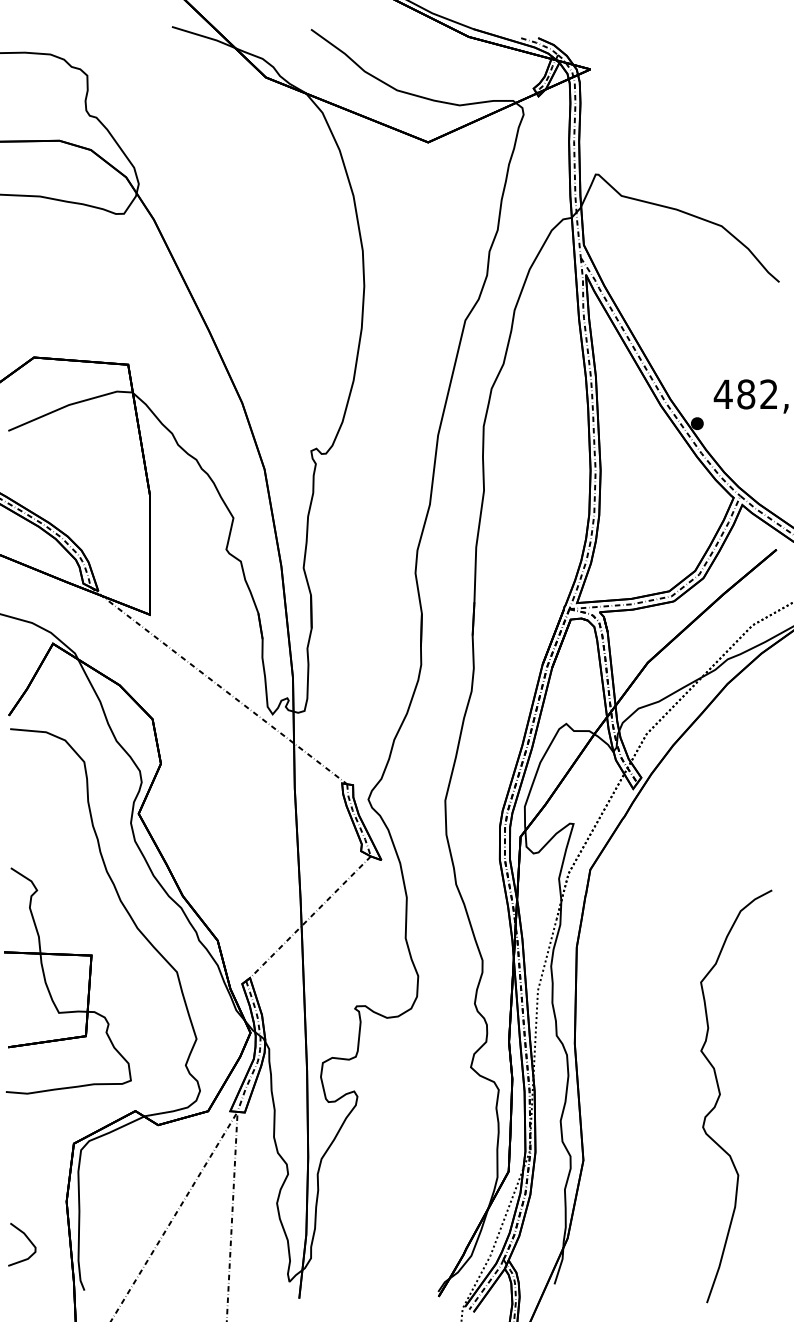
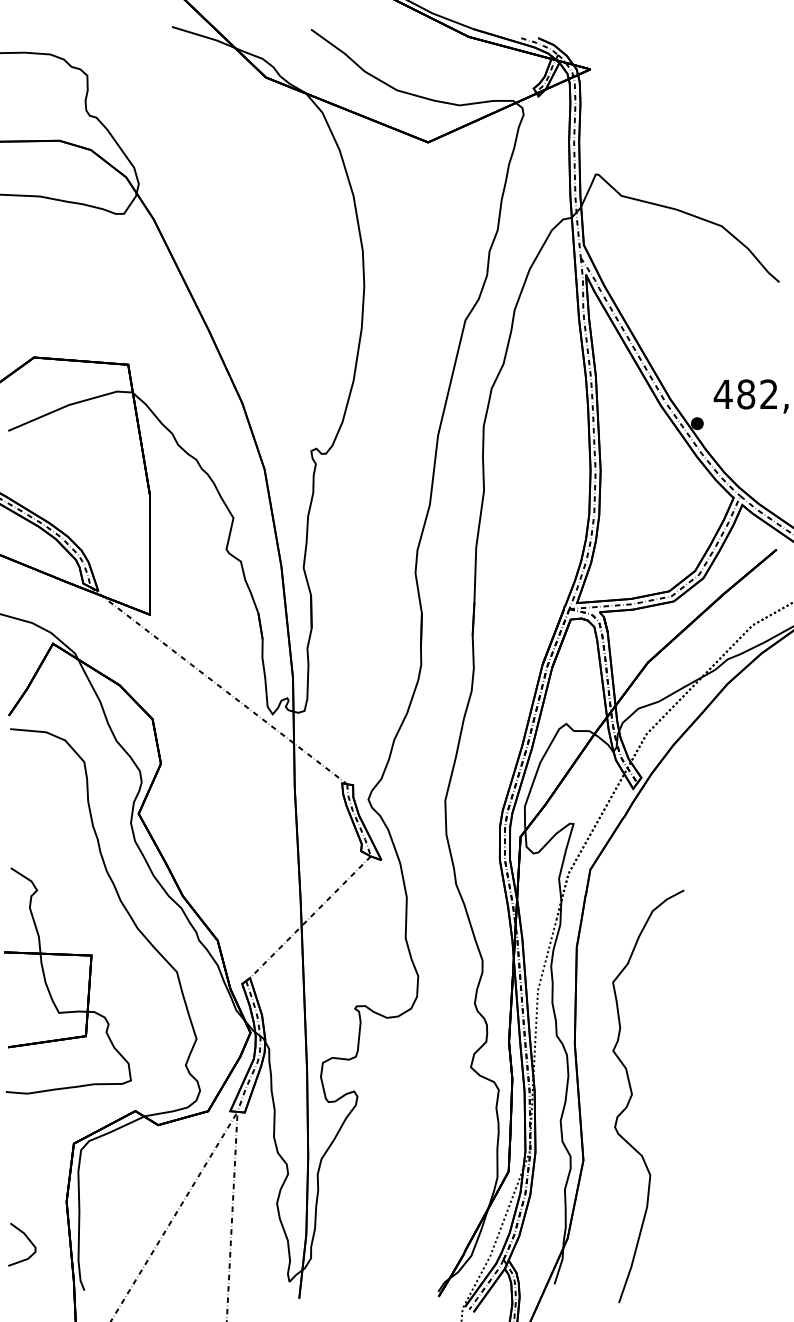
curve at (720, 1096) position: (720, 1096) -> (632, 1096)
